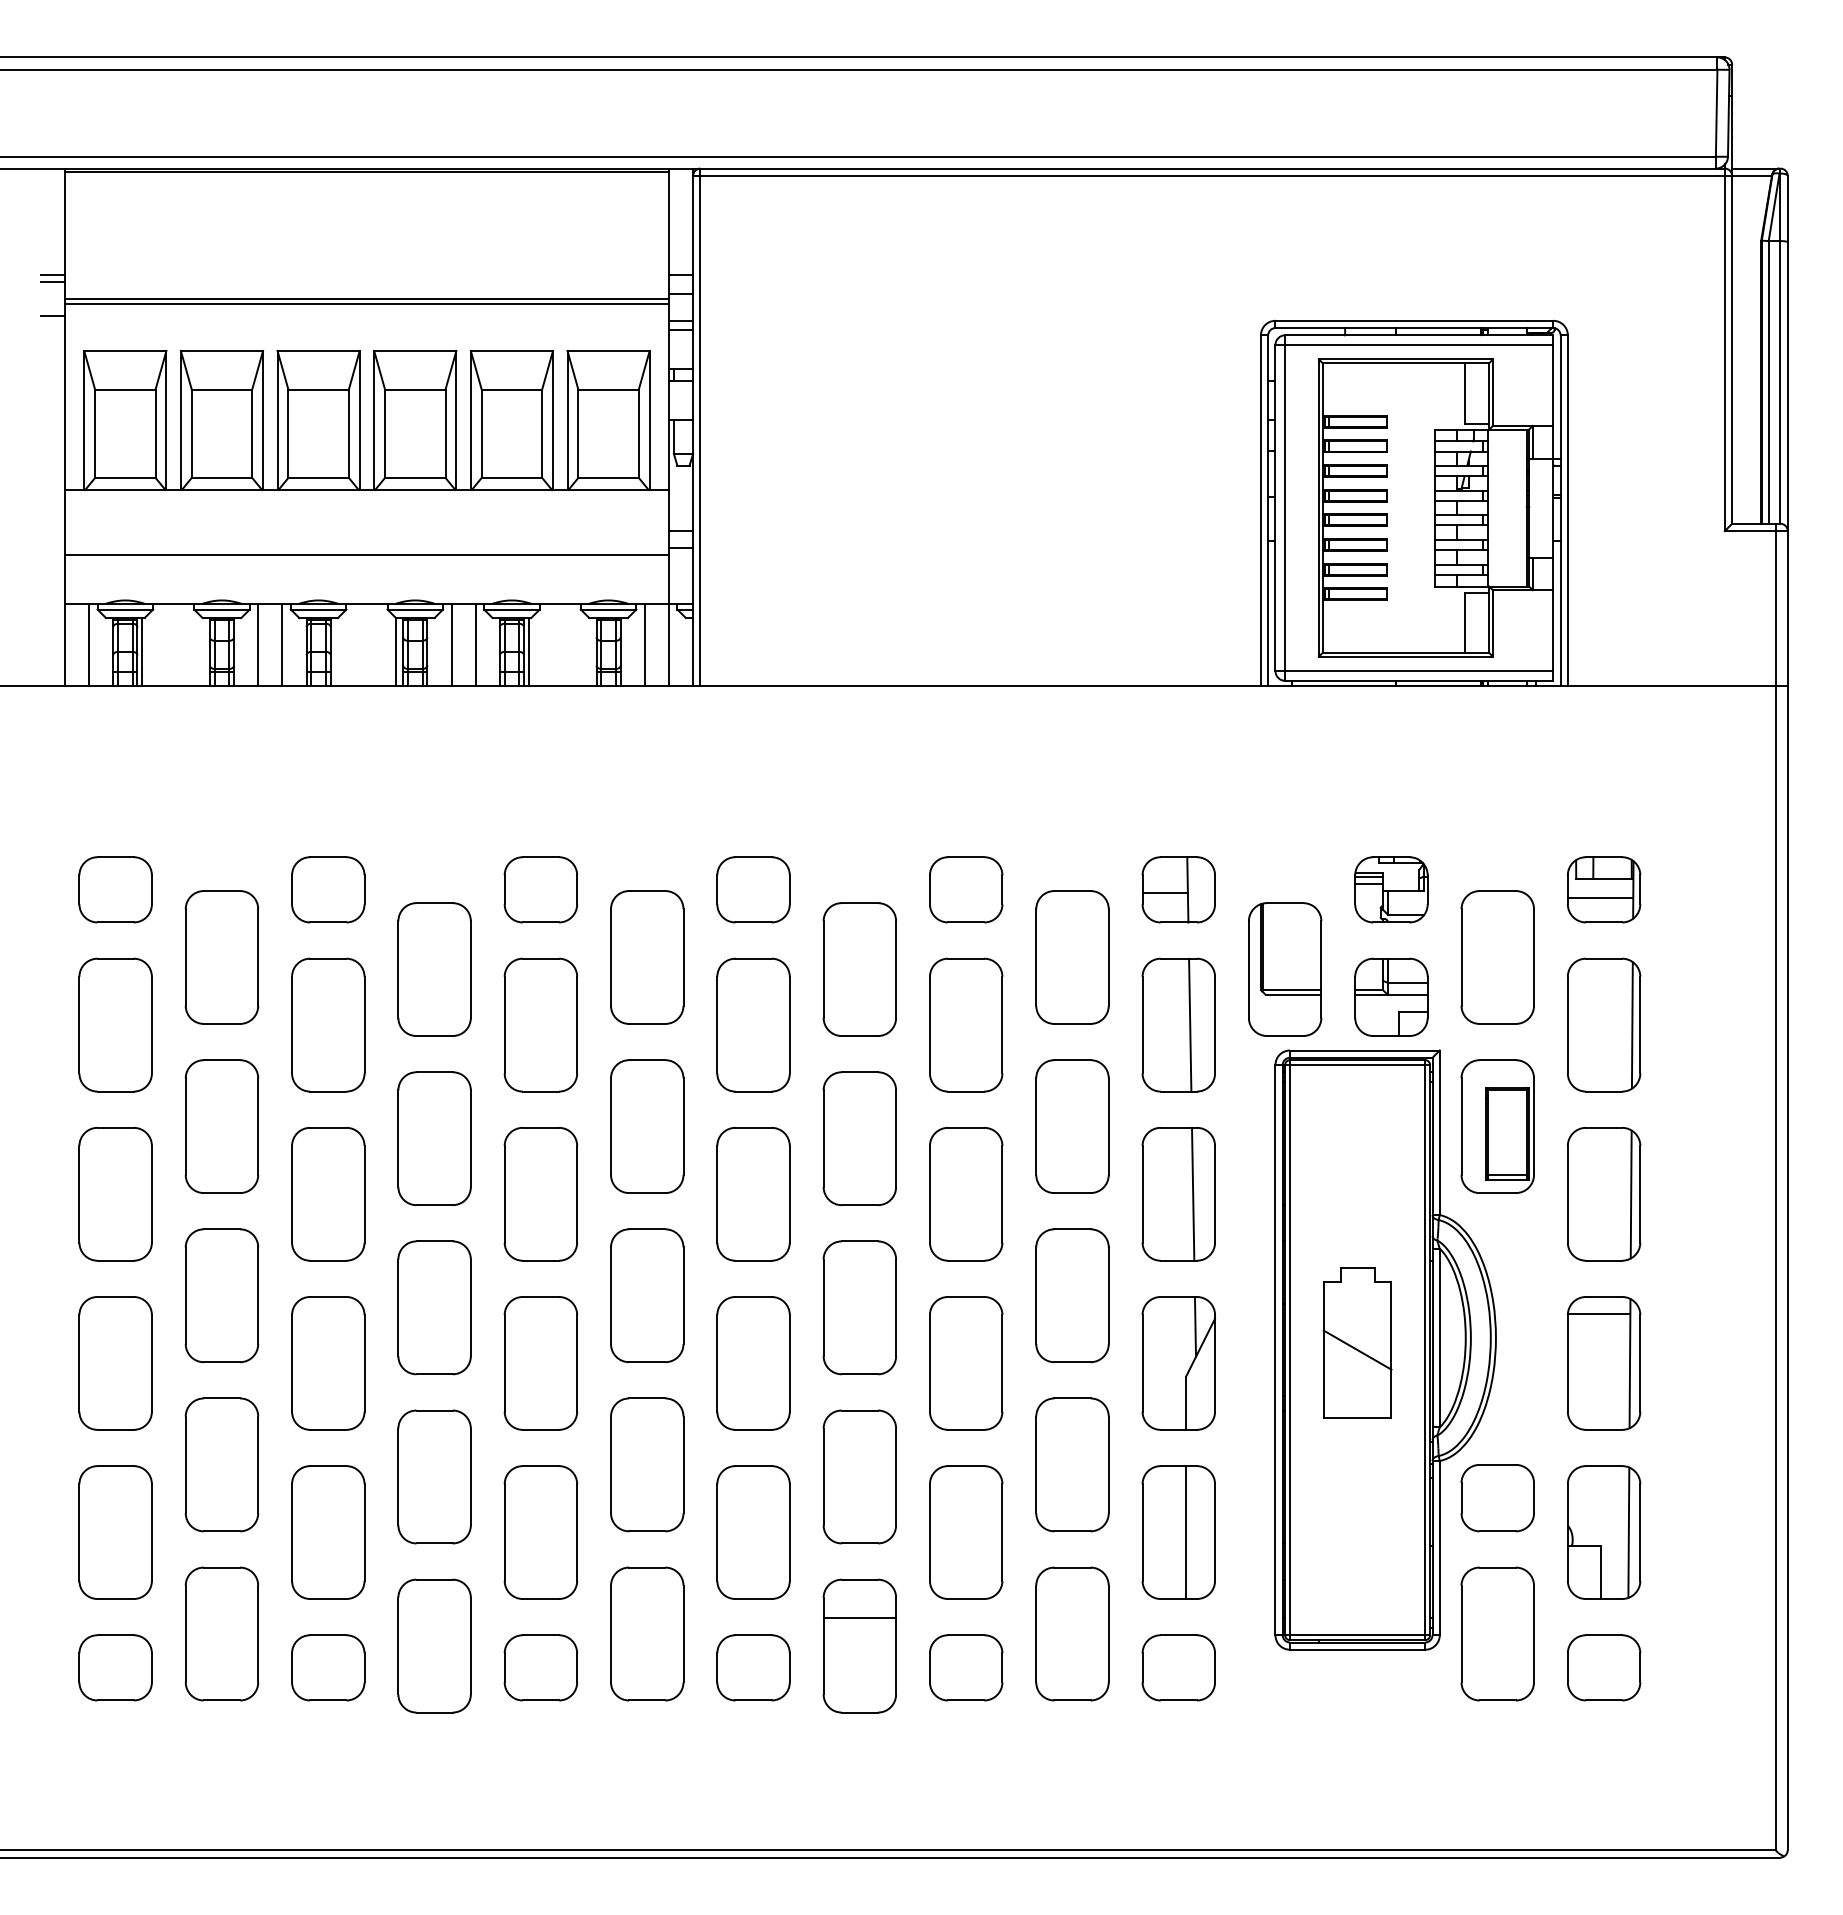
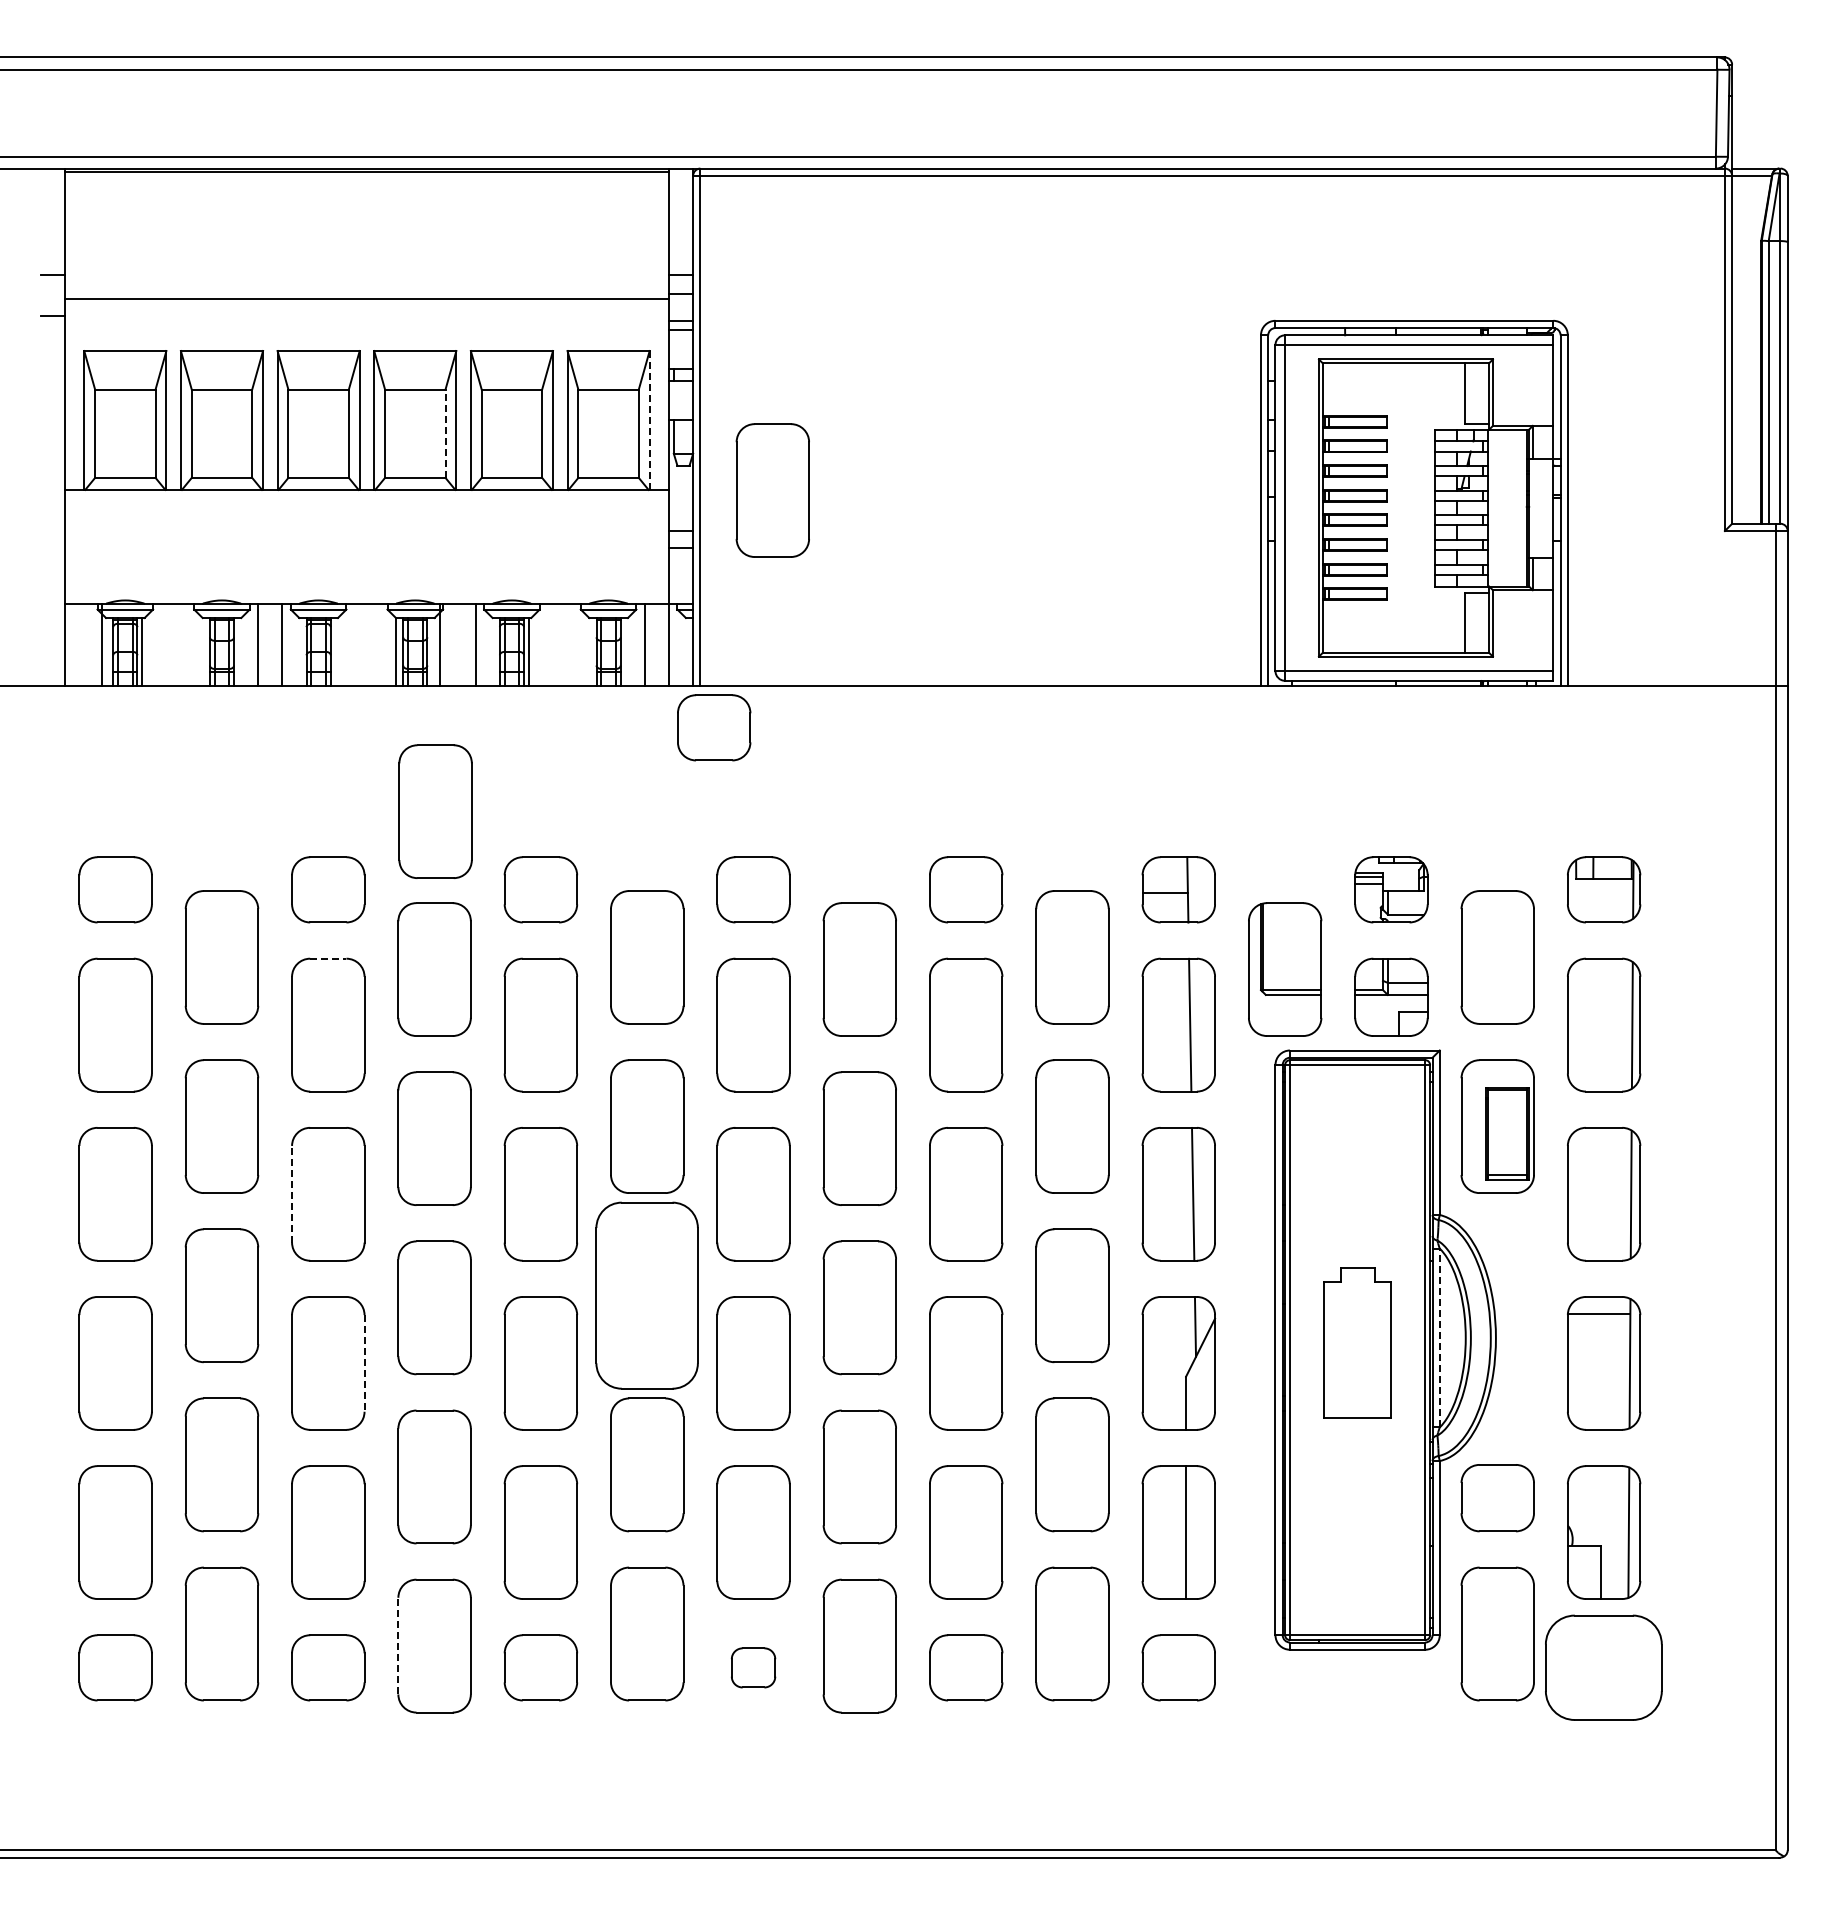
line at (52, 282): present -> none
line at (366, 303): present -> none
line at (649, 419): solid -> dashed
line at (445, 433): solid -> dashed
part at (772, 490): none -> present
line at (366, 555): present -> none
line at (89, 644) position: (89, 644) -> (102, 644)
line at (451, 644) position: (451, 644) -> (439, 644)
part at (714, 727): none -> present
part at (435, 811): none -> present
line at (1600, 898): present -> none
line at (328, 958): solid -> dashed
line at (292, 1193): solid -> dashed
part at (647, 1295) size: 75x136 px -> 104x189 px
line at (1439, 1337): solid -> dashed
line at (1357, 1349): present -> none
line at (364, 1363): solid -> dashed
line at (859, 1618): present -> none
line at (398, 1645): solid -> dashed
part at (753, 1667) size: 75x68 px -> 47x42 px
part at (1604, 1667) size: 75x68 px -> 118x107 px
